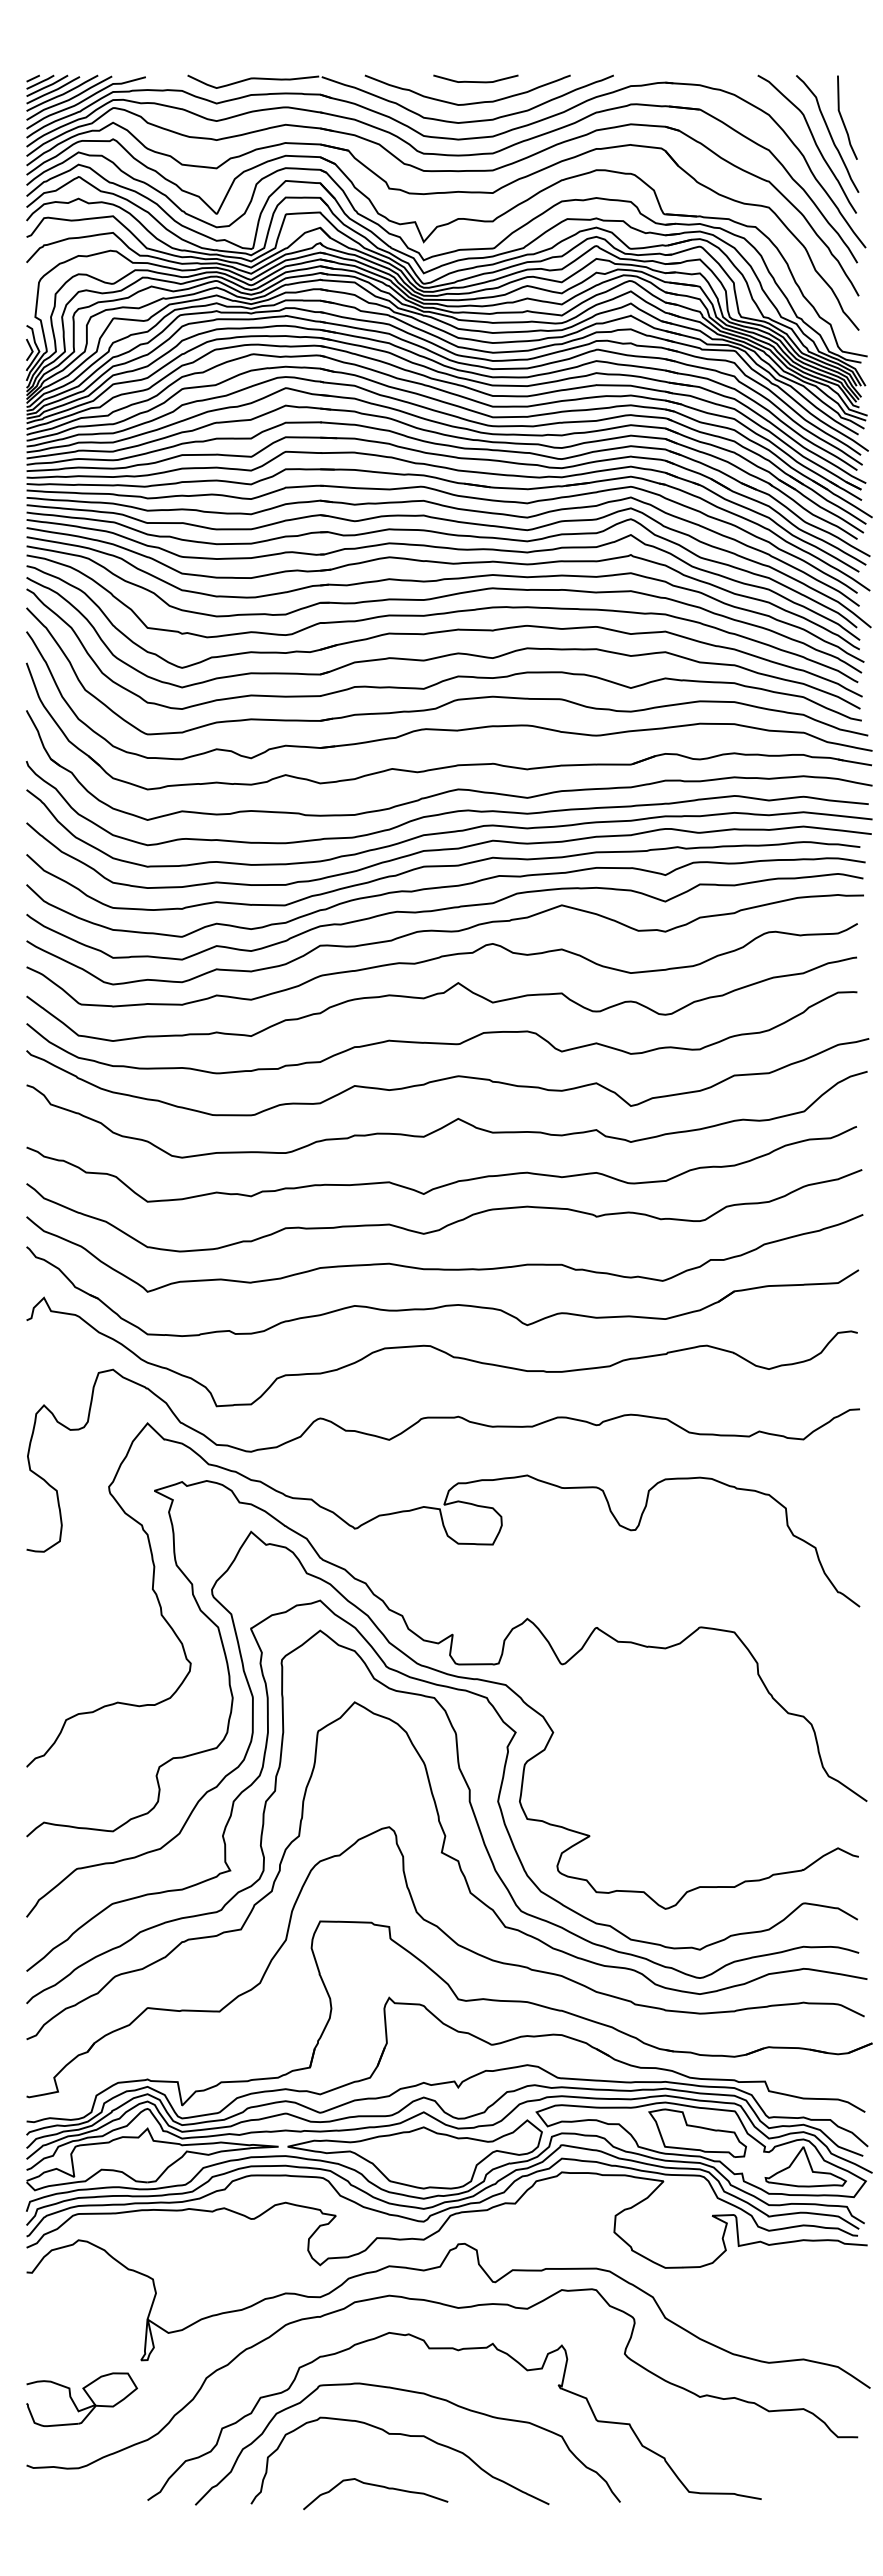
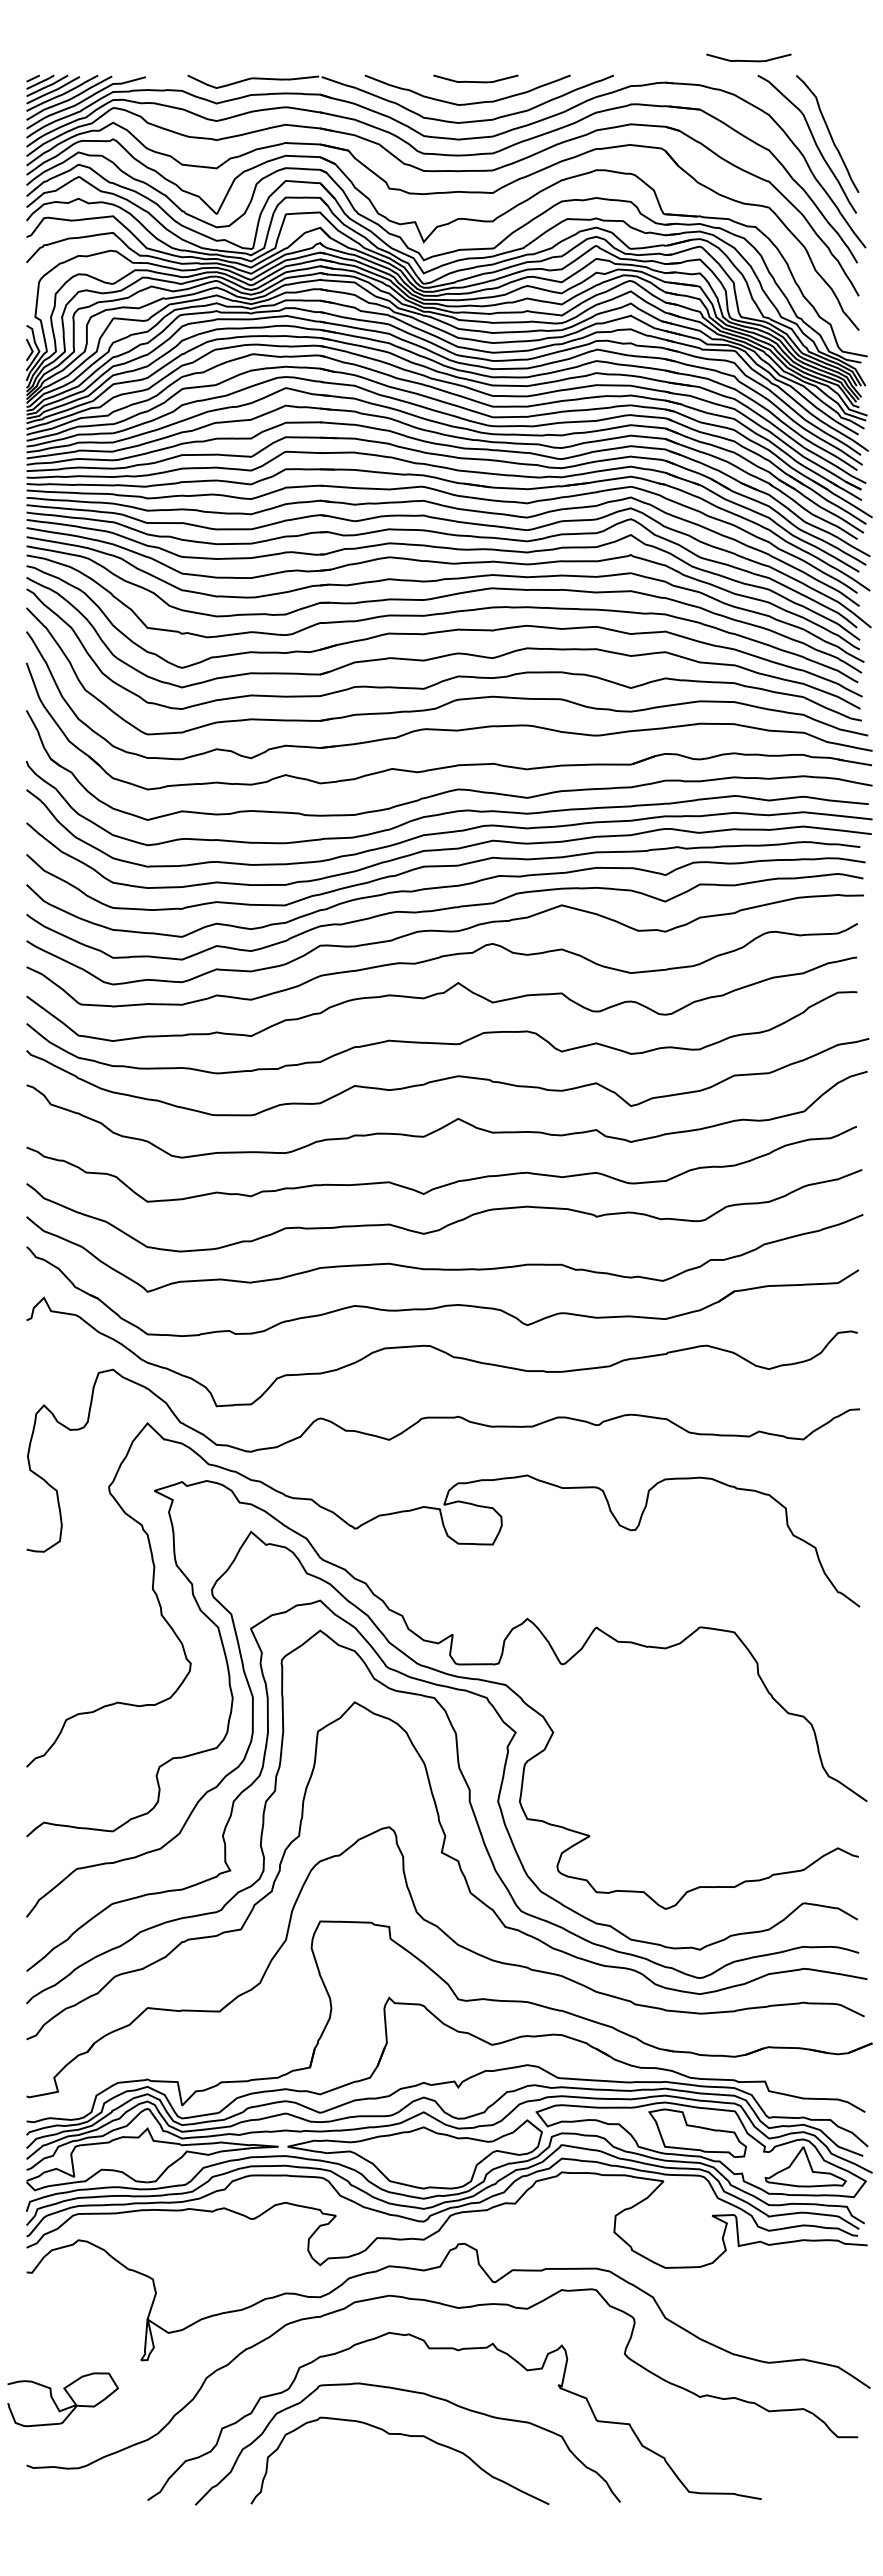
curve at (748, 60): none -> present
curve at (843, 119): present -> none
part at (88, 2397) position: (88, 2397) -> (69, 2397)
curve at (375, 2486): present -> none
